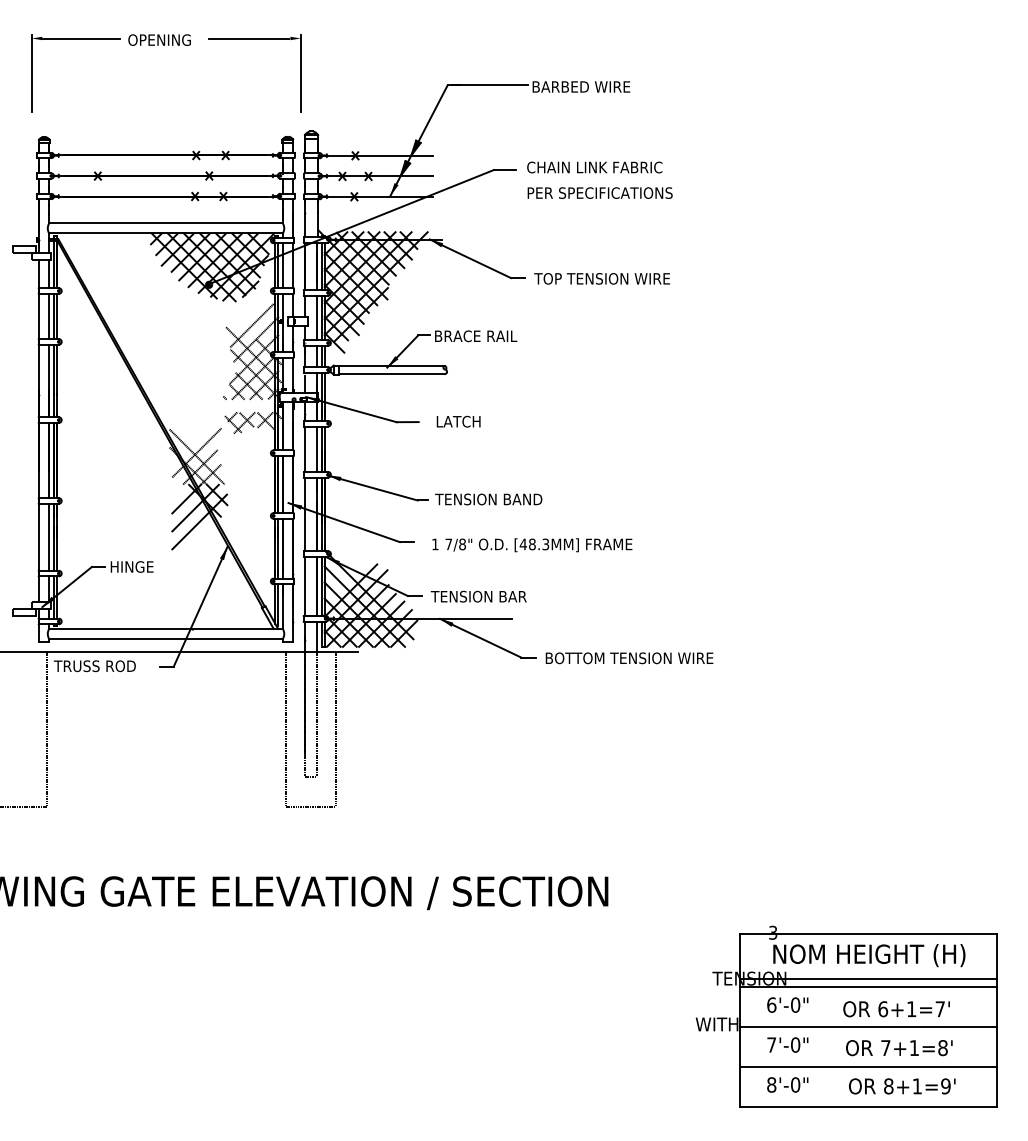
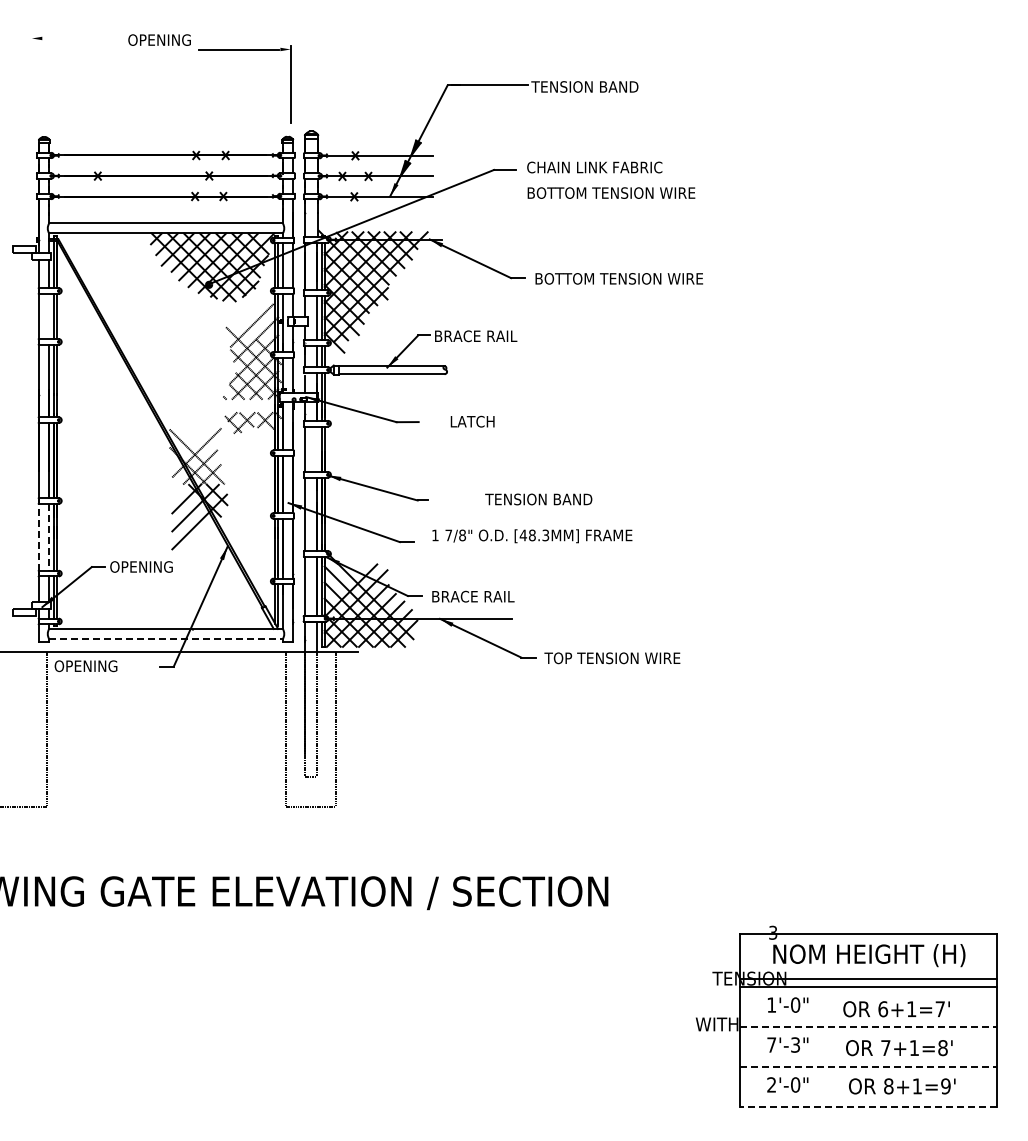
line at (81, 38): present -> none
part at (254, 39) position: (254, 39) -> (244, 50)
line at (31, 73): present -> none
text at (584, 86): BARBED WIRE -> TENSION BAND
text at (612, 192): PER SPECIFICATIONS -> BOTTOM TENSION WIRE
text at (618, 278): TOP TENSION WIRE -> BOTTOM TENSION WIRE
line at (49, 316): present -> none
text at (458, 421) position: (458, 421) -> (472, 421)
line at (317, 448): present -> none
text at (488, 499) position: (488, 499) -> (538, 499)
line at (39, 536): solid -> dashed
line at (49, 537): solid -> dashed
text at (532, 545) position: (532, 545) -> (532, 536)
text at (141, 566): HINGE -> OPENING
text at (478, 596): TENSION BAR -> BRACE RAIL
line at (166, 639): solid -> dashed
text at (628, 658): BOTTOM TENSION WIRE -> TOP TENSION WIRE
text at (94, 666): TRUSS ROD -> OPENING
text at (771, 1004): 6'-0" -> 1'-0"
line at (869, 1026): solid -> dashed
text at (795, 1044): 7'-0" -> 7'-3"
line at (869, 1066): solid -> dashed
text at (771, 1084): 8'-0" -> 2'-0"
line at (868, 1106): solid -> dashed
